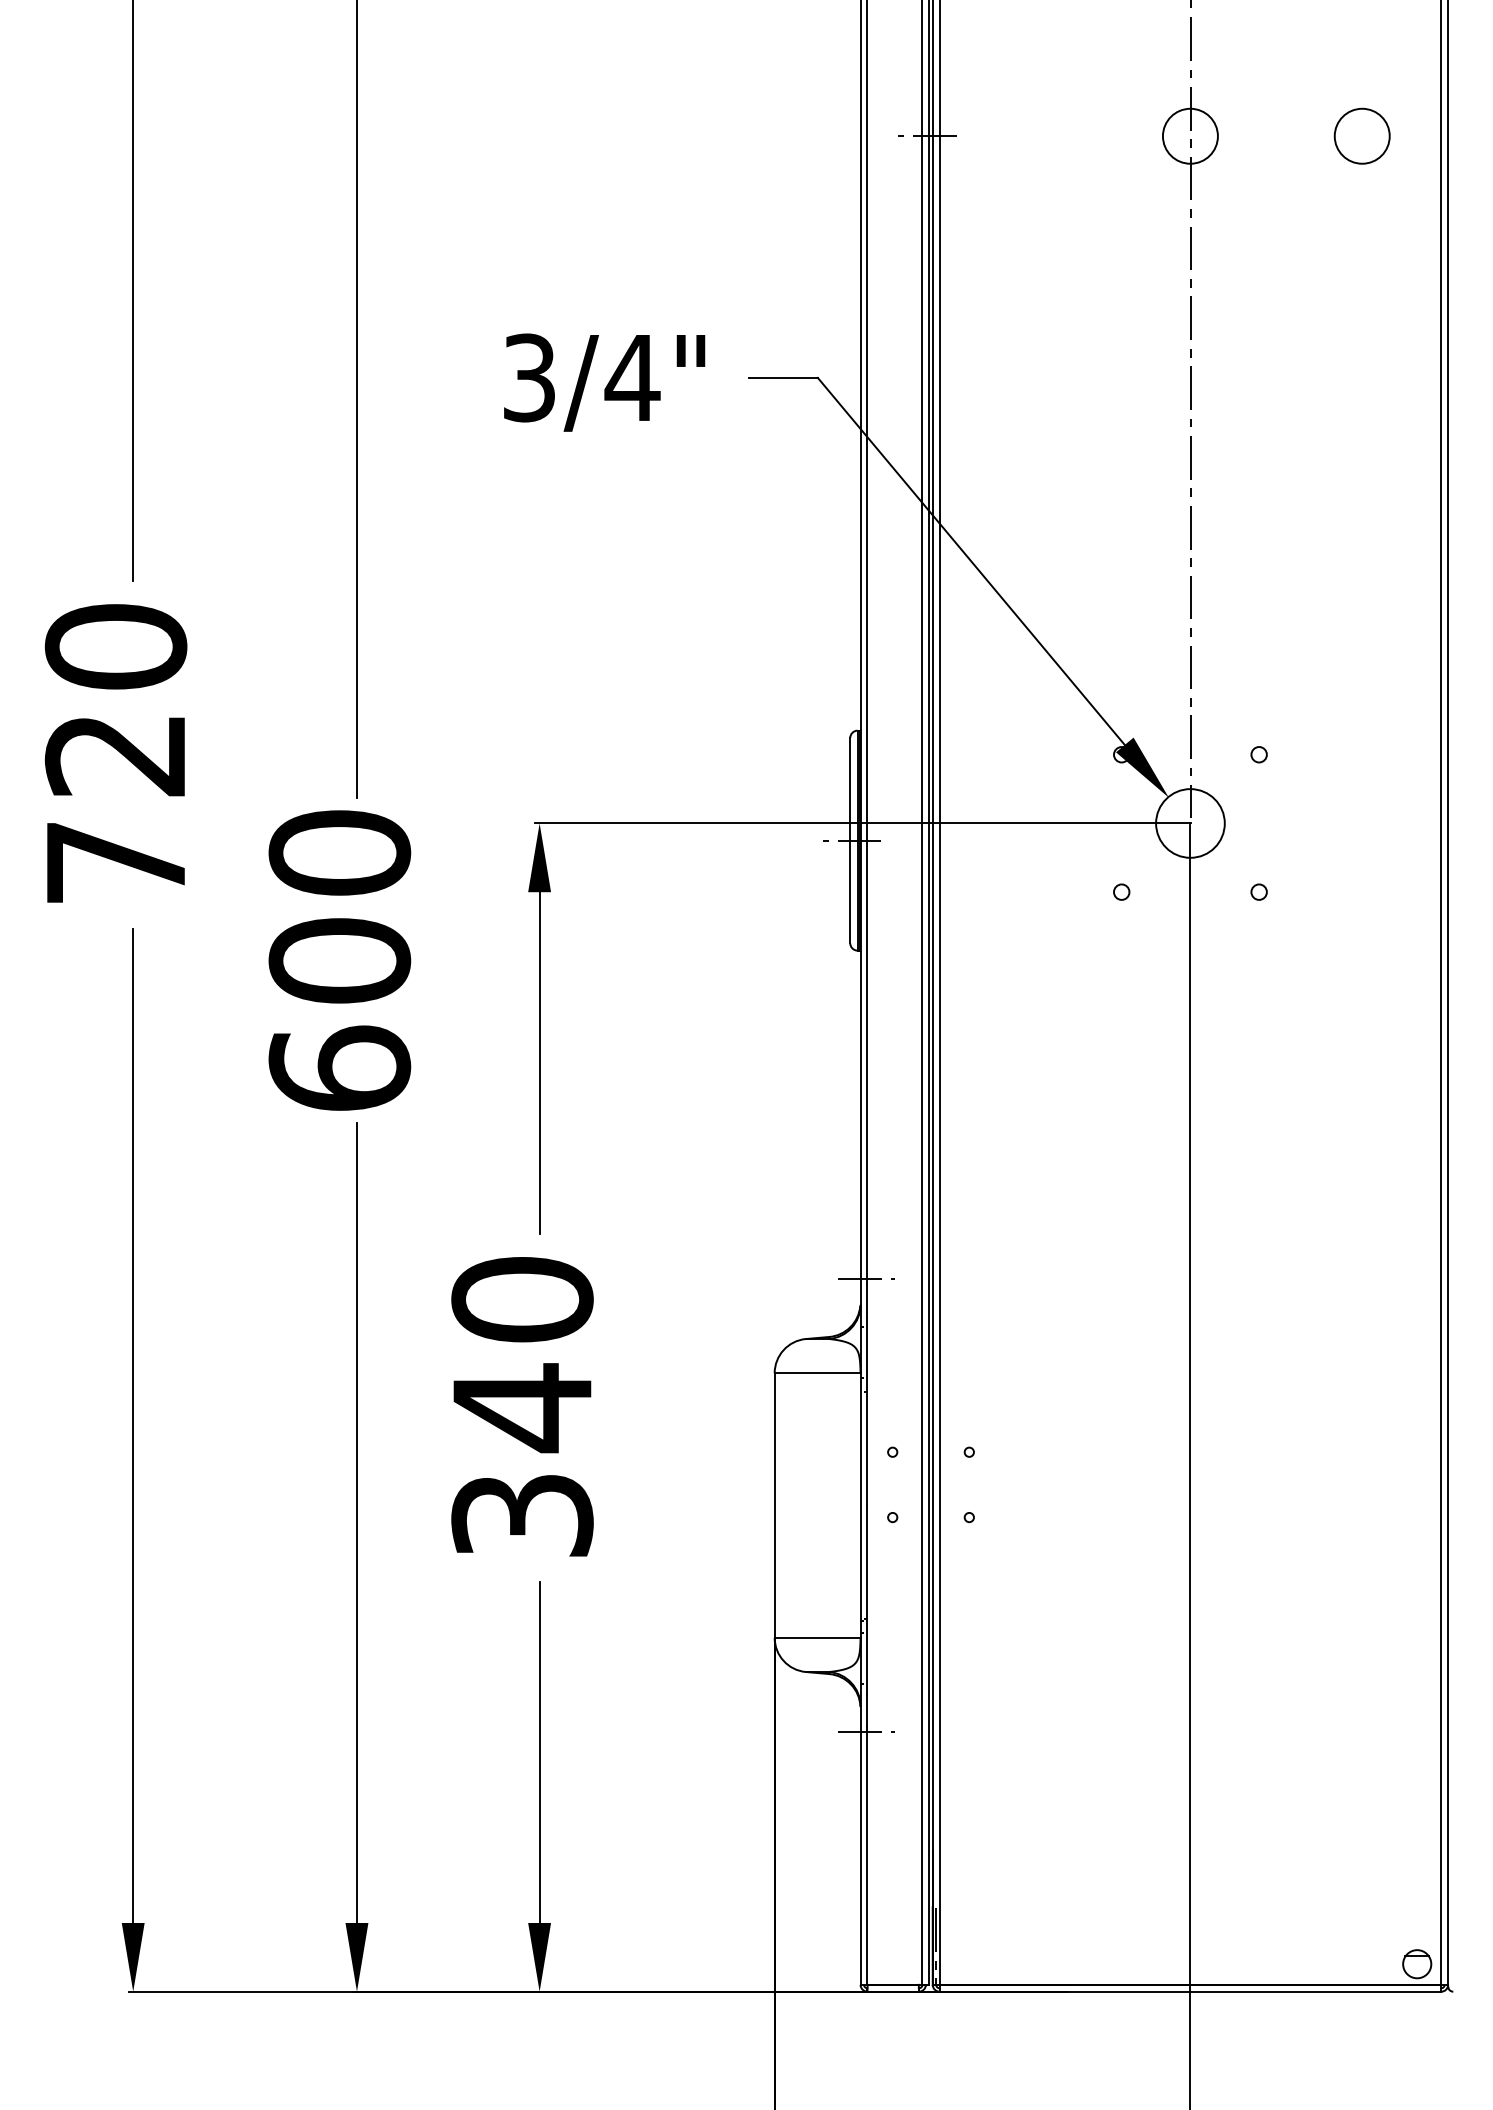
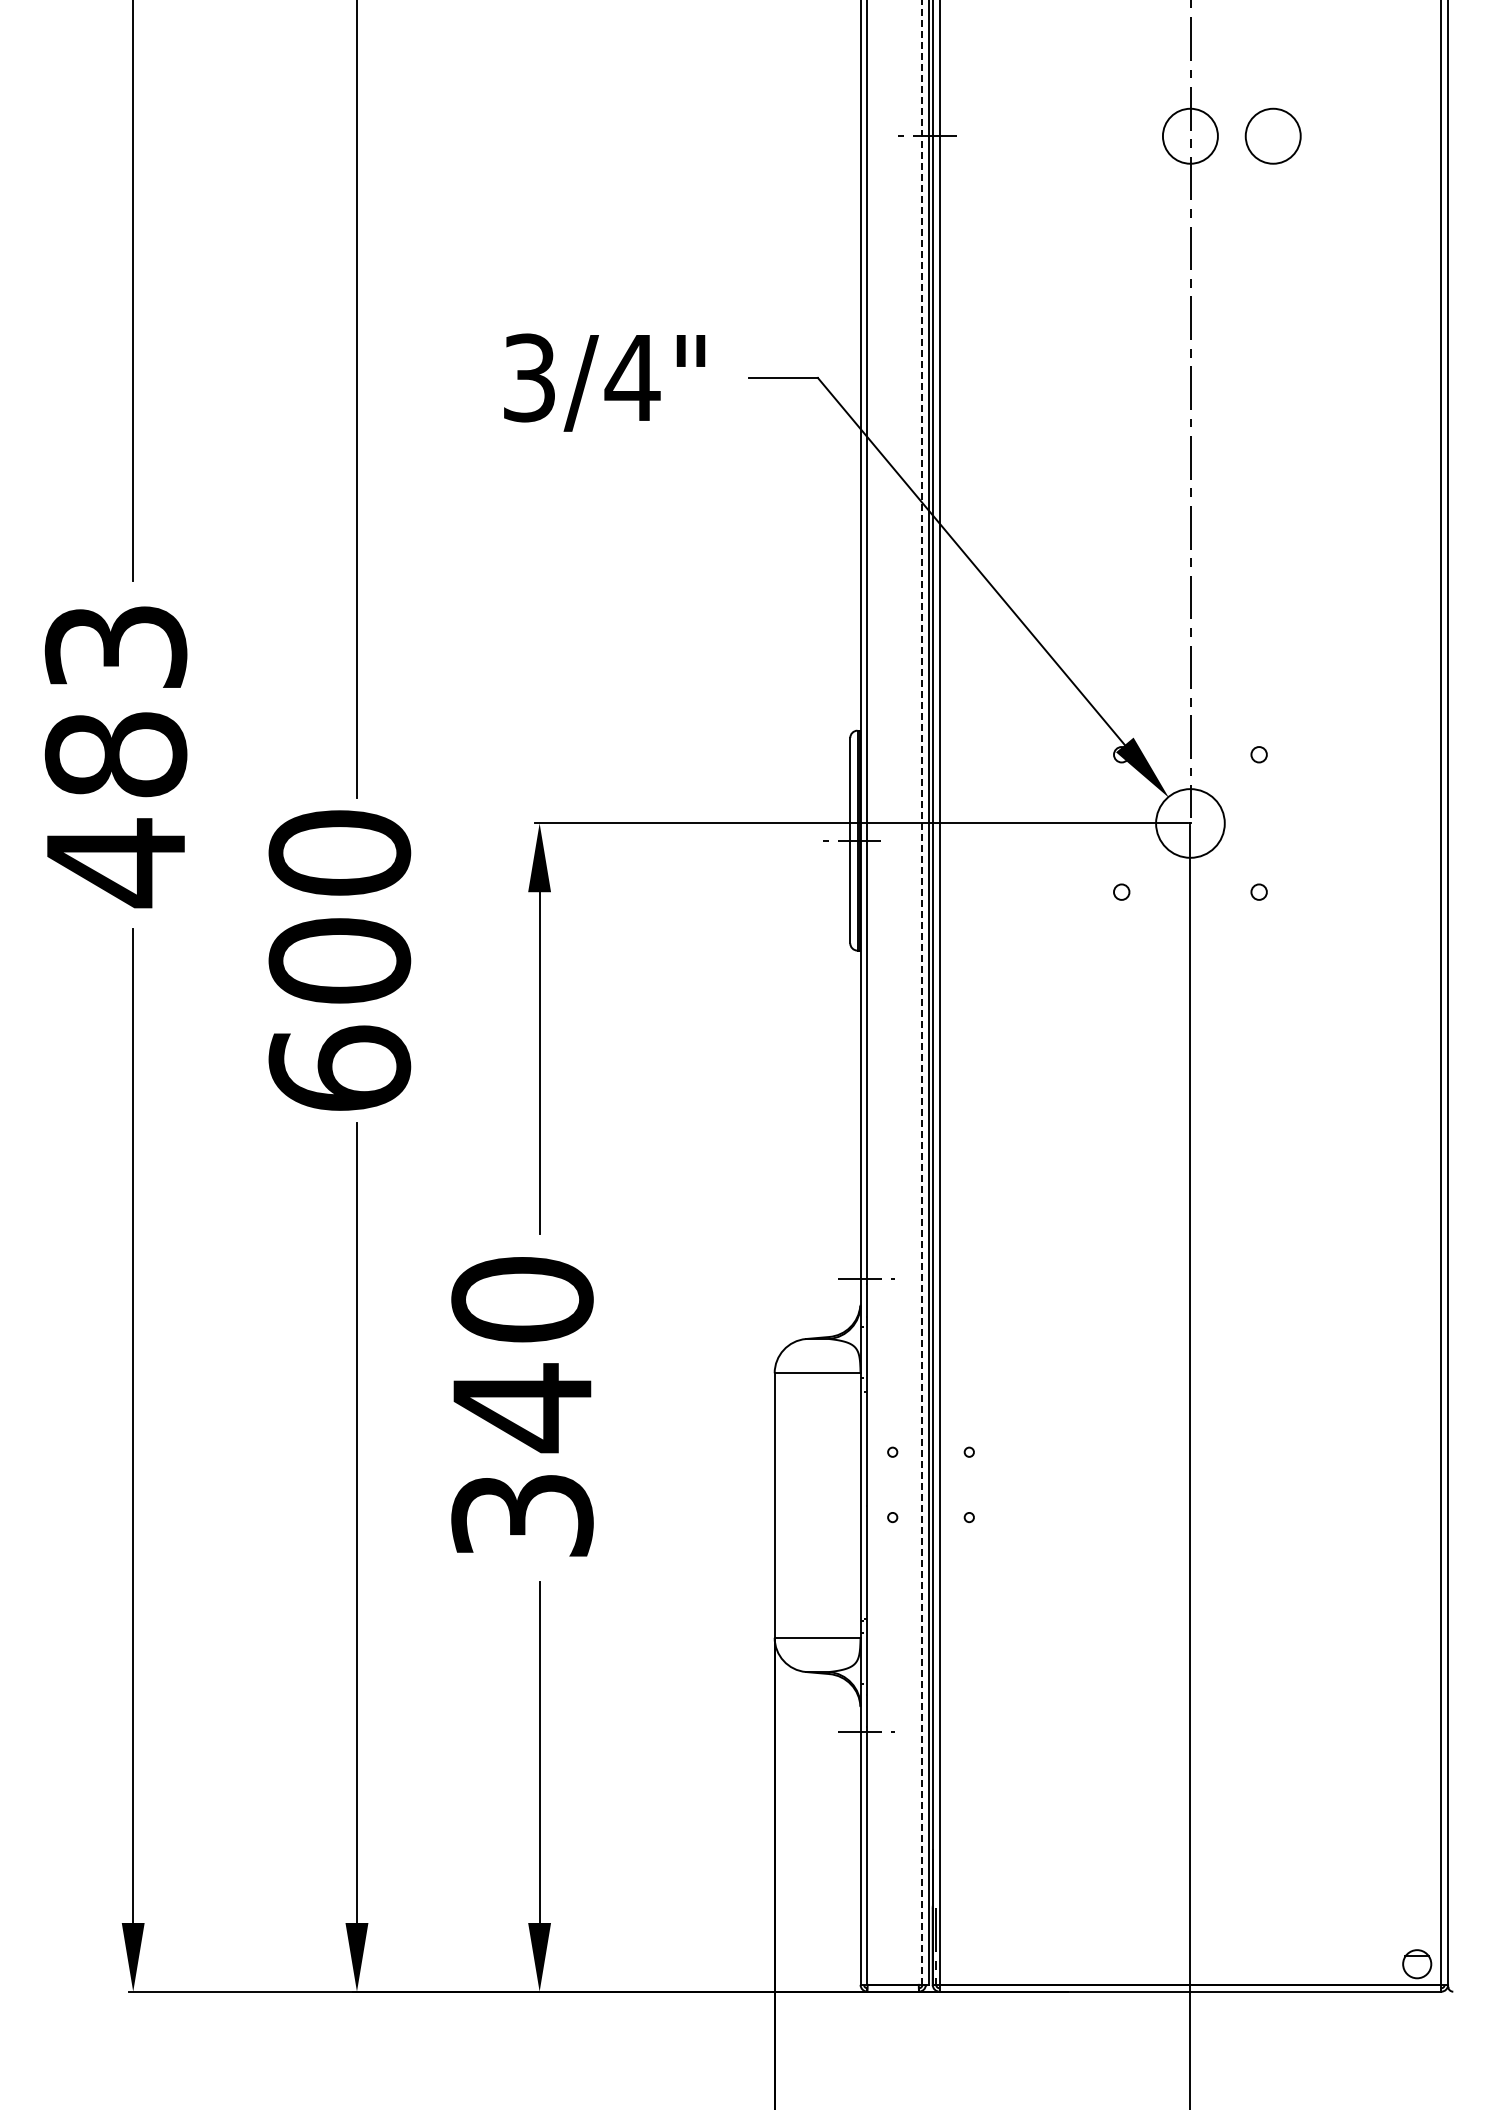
circle at (1361, 135) position: (1361, 135) -> (1272, 135)
text at (115, 756): 720 -> 483
line at (922, 992): solid -> dashed
